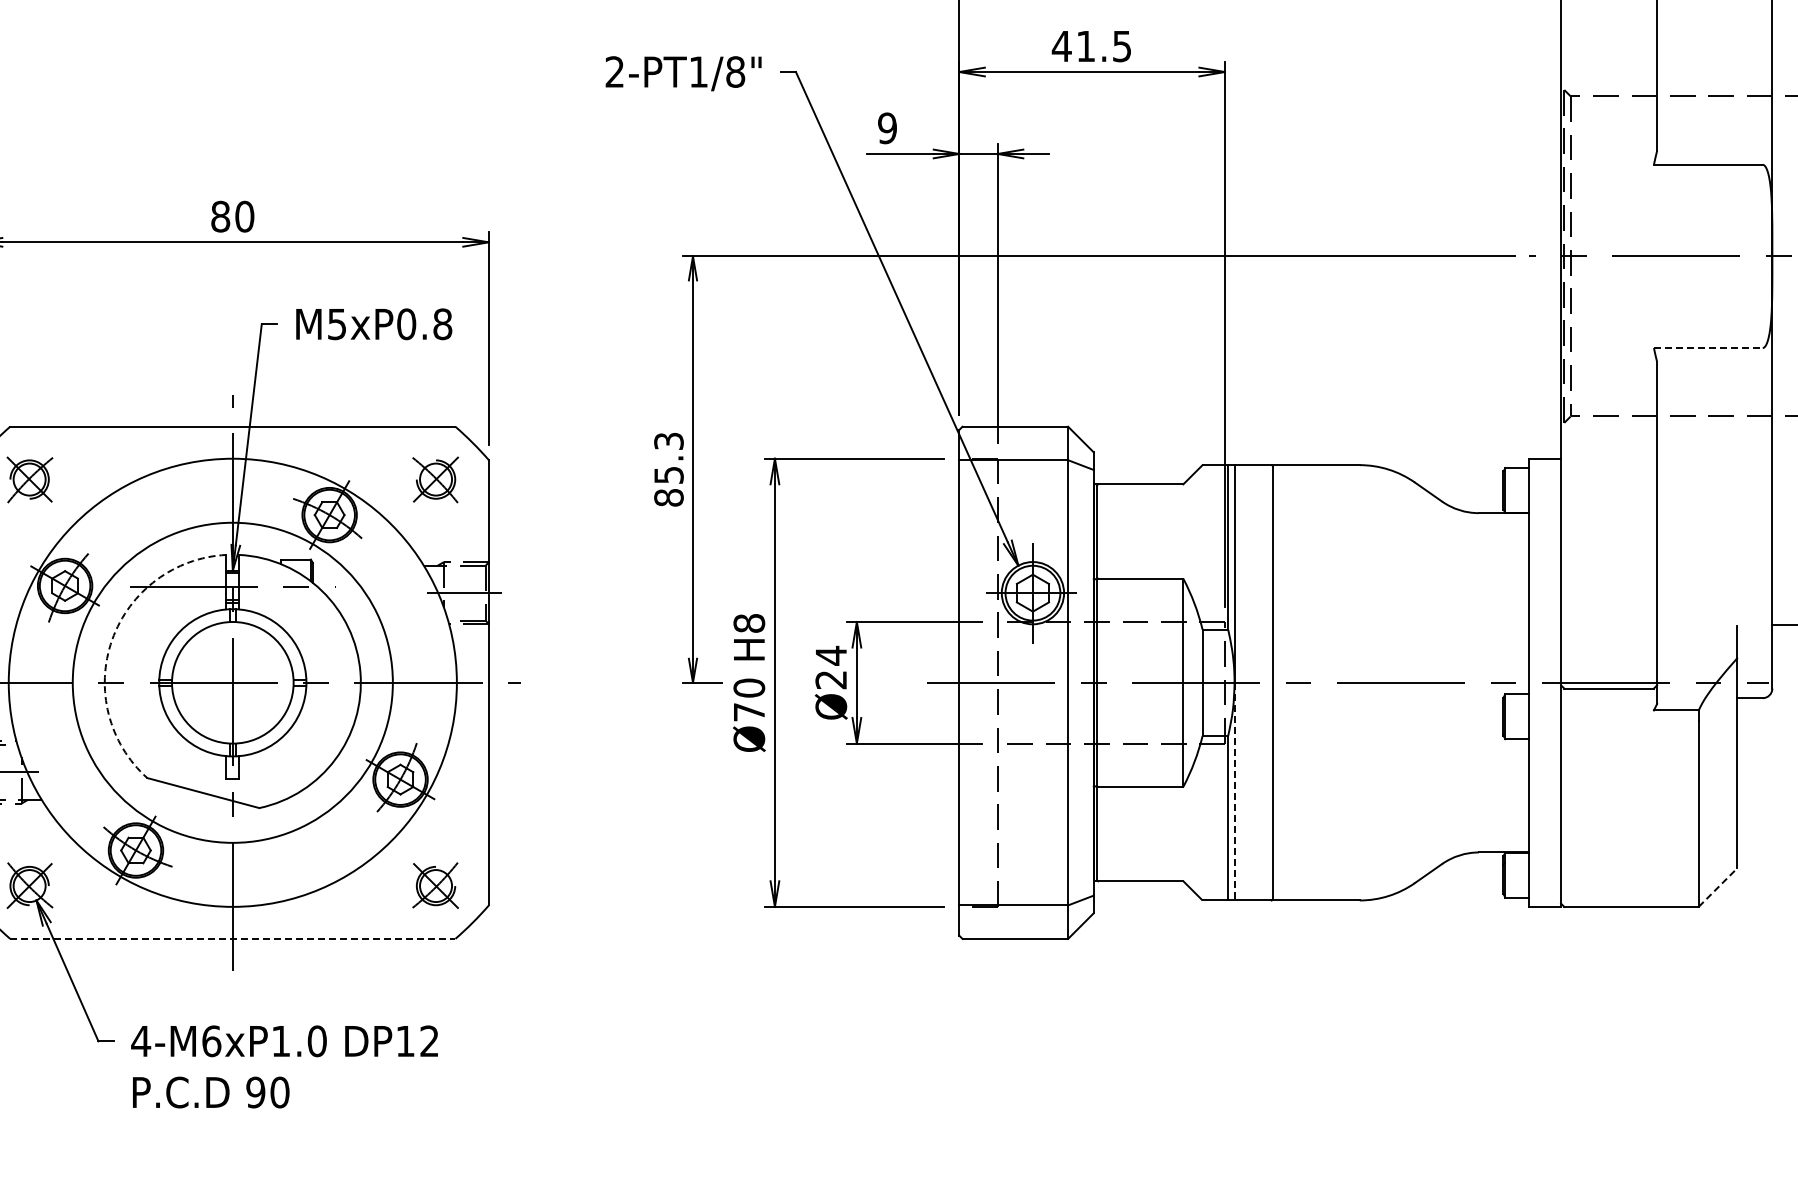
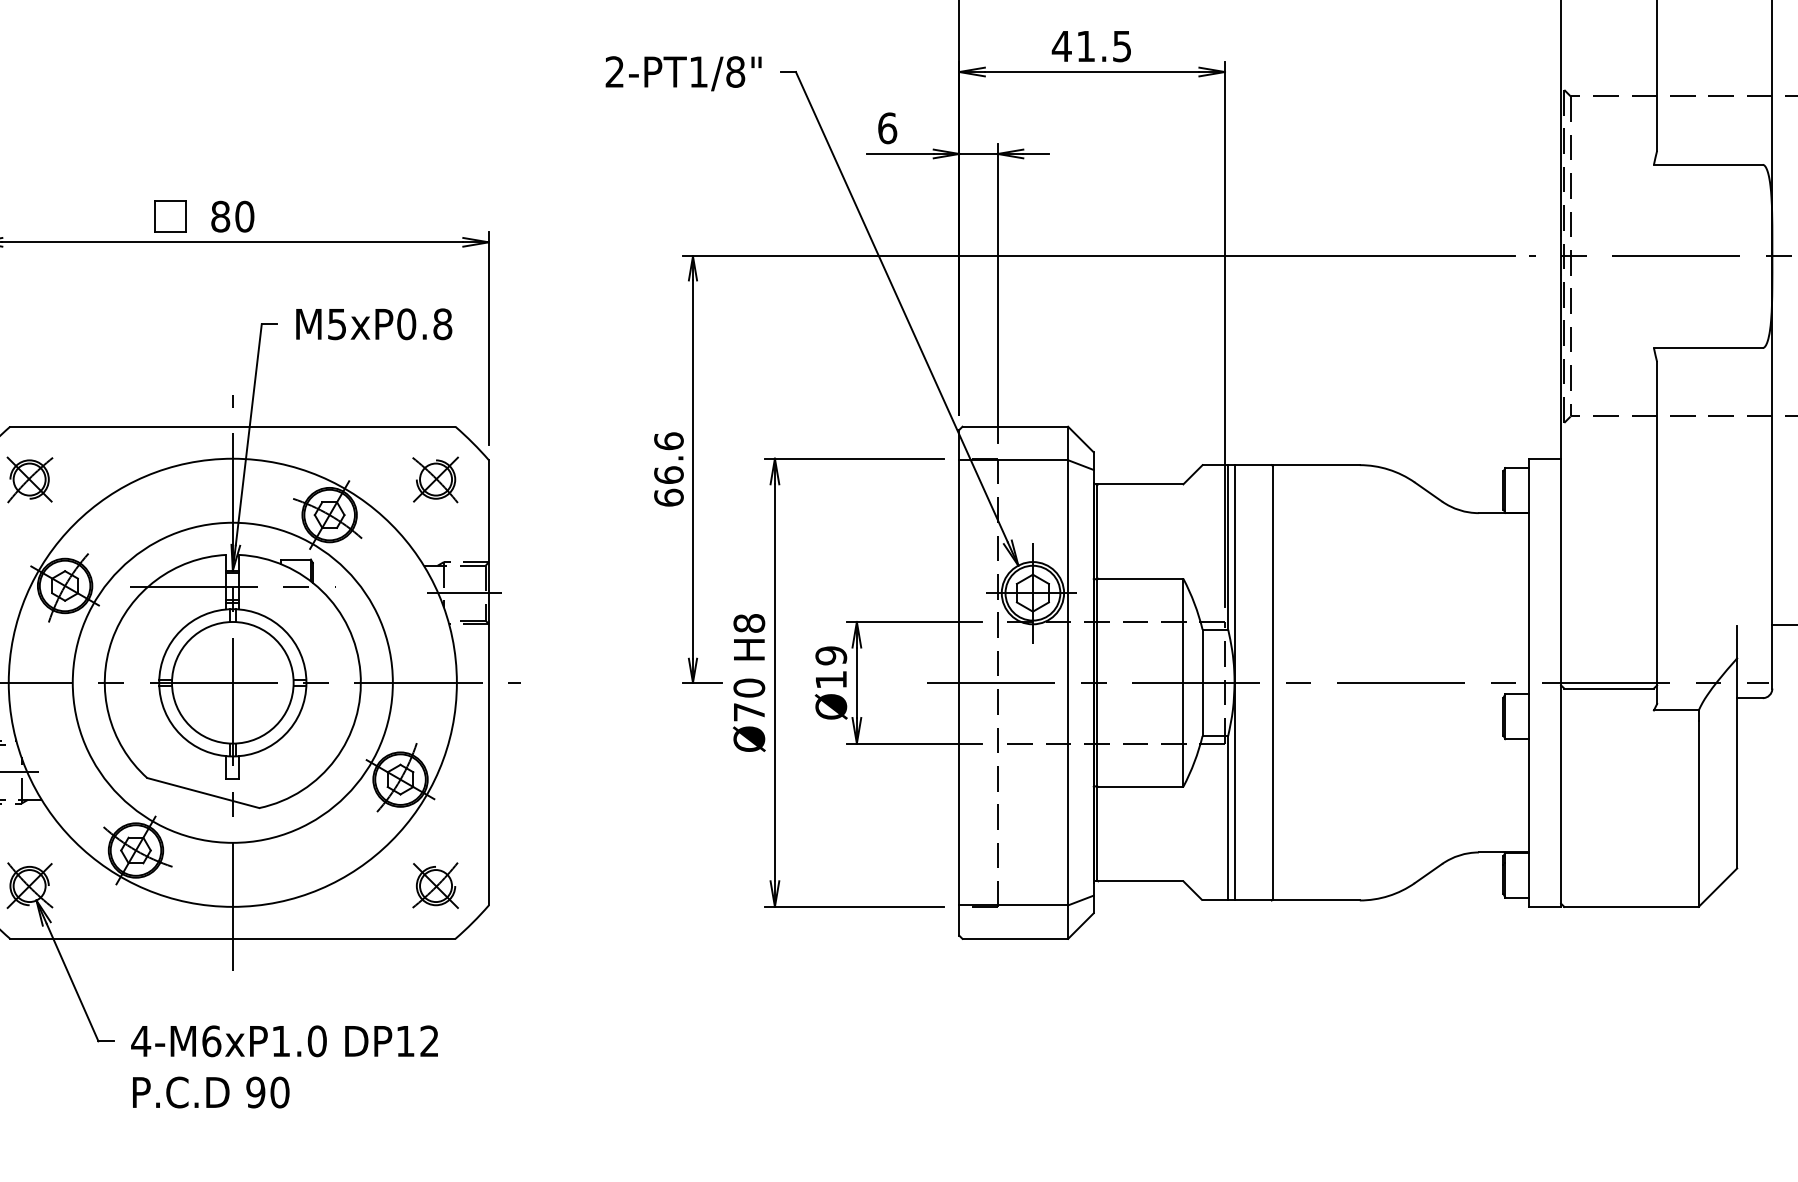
text at (887, 128): 9 -> 6
part at (170, 216): none -> present
line at (1708, 348): dashed -> solid
text at (668, 469): 85.3 -> 66.6
arc at (112, 639): dashed -> solid
text at (831, 667): Ø24 -> Ø19
line at (1234, 791): dashed -> solid
line at (1718, 887): dashed -> solid
line at (232, 938): dashed -> solid
